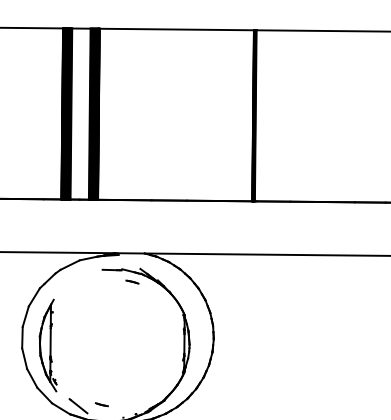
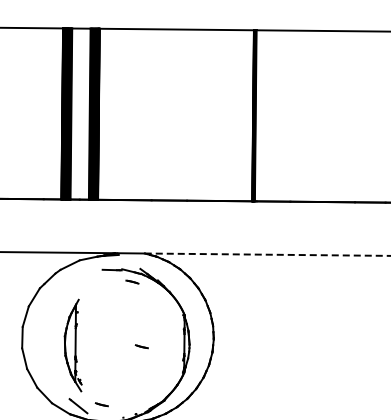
line at (267, 254): solid -> dashed
part at (47, 345) position: (47, 345) -> (72, 345)
line at (141, 346): none -> present
